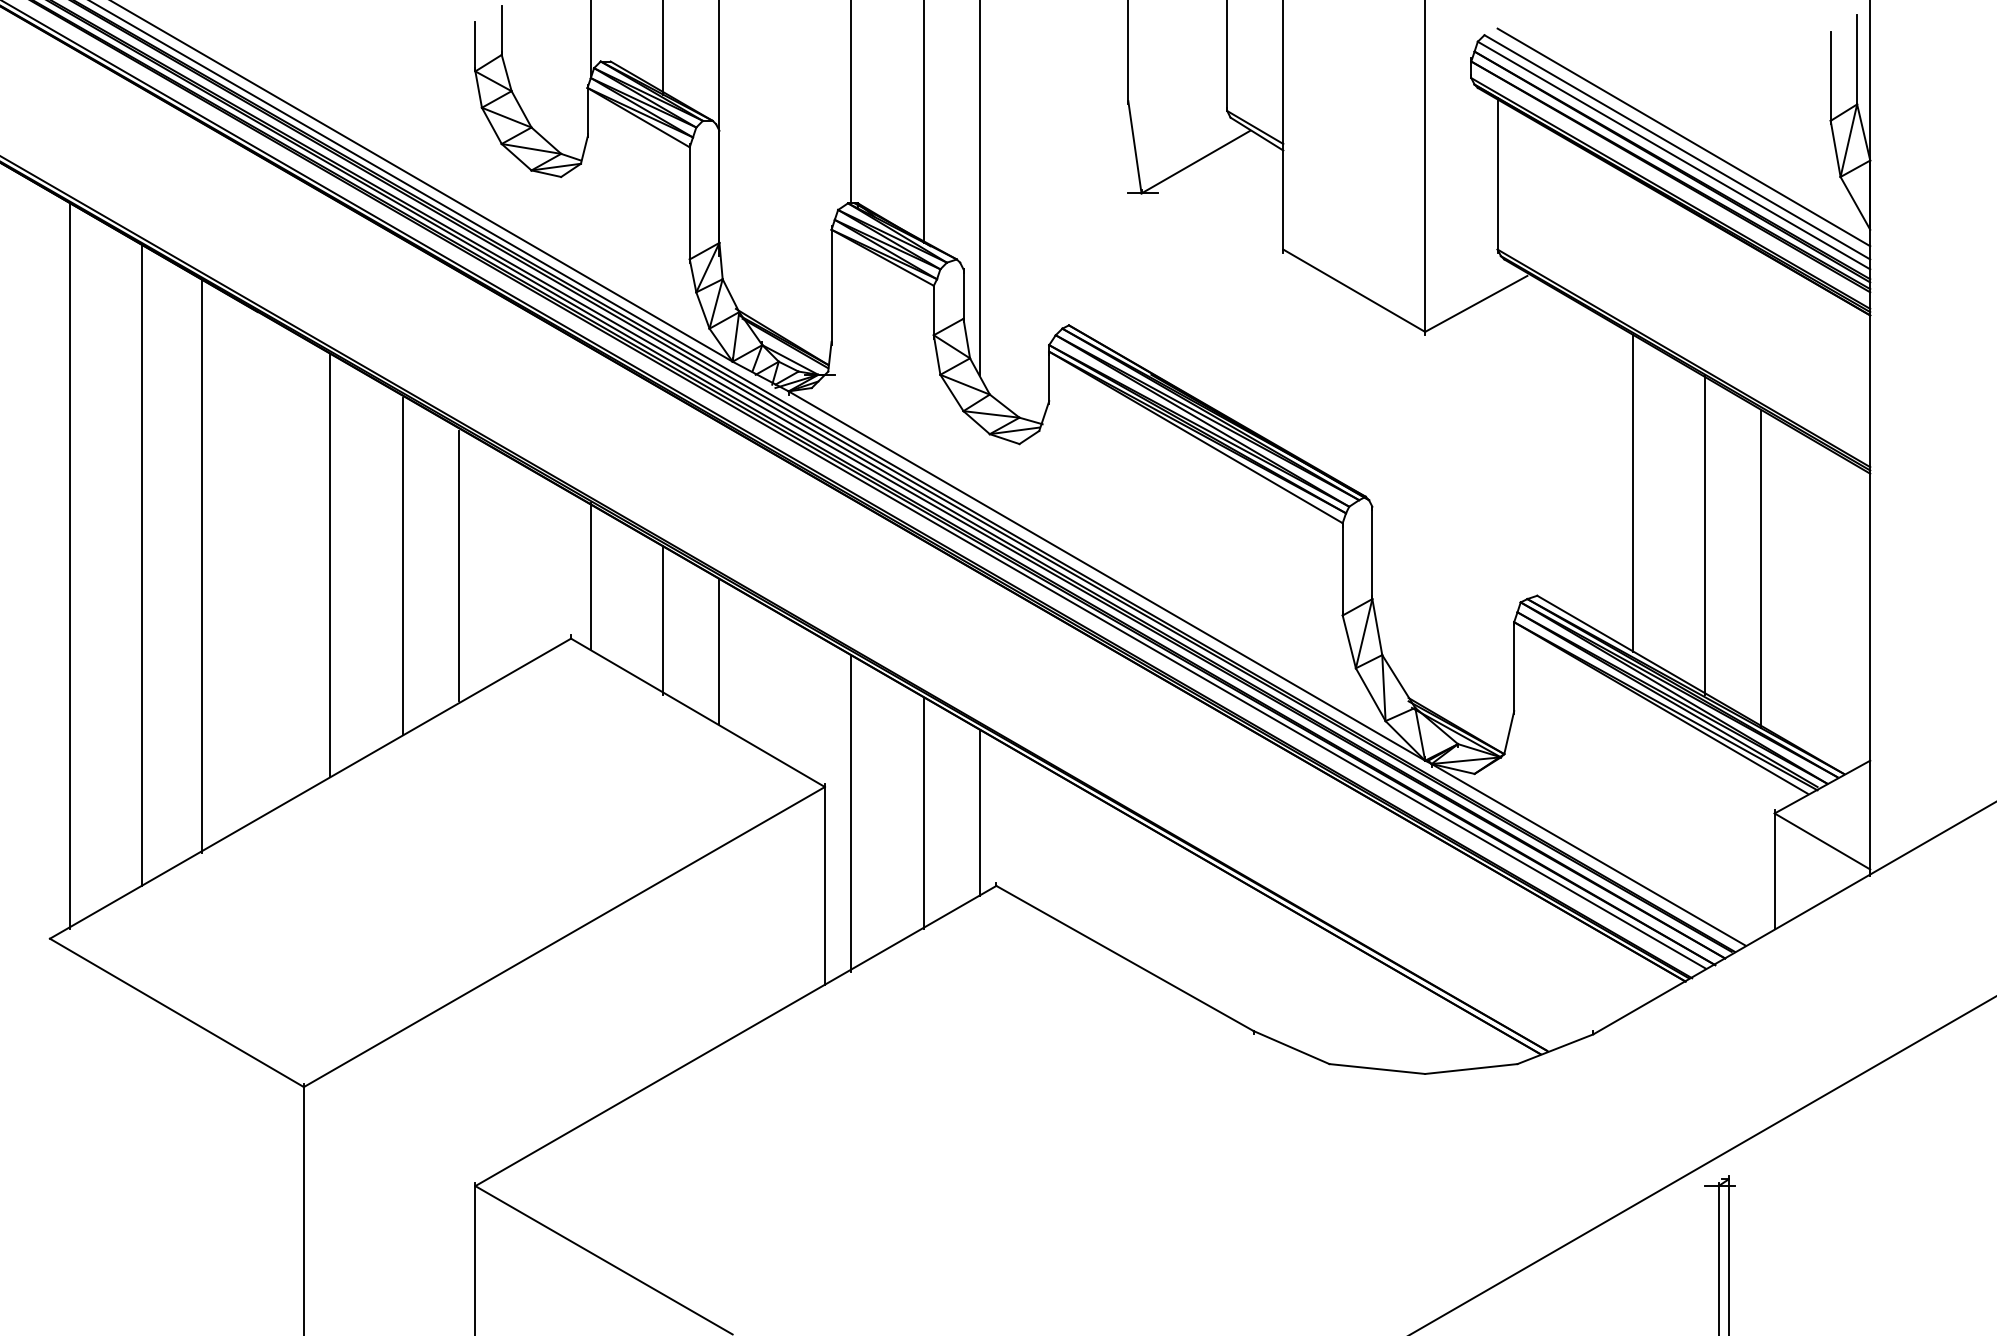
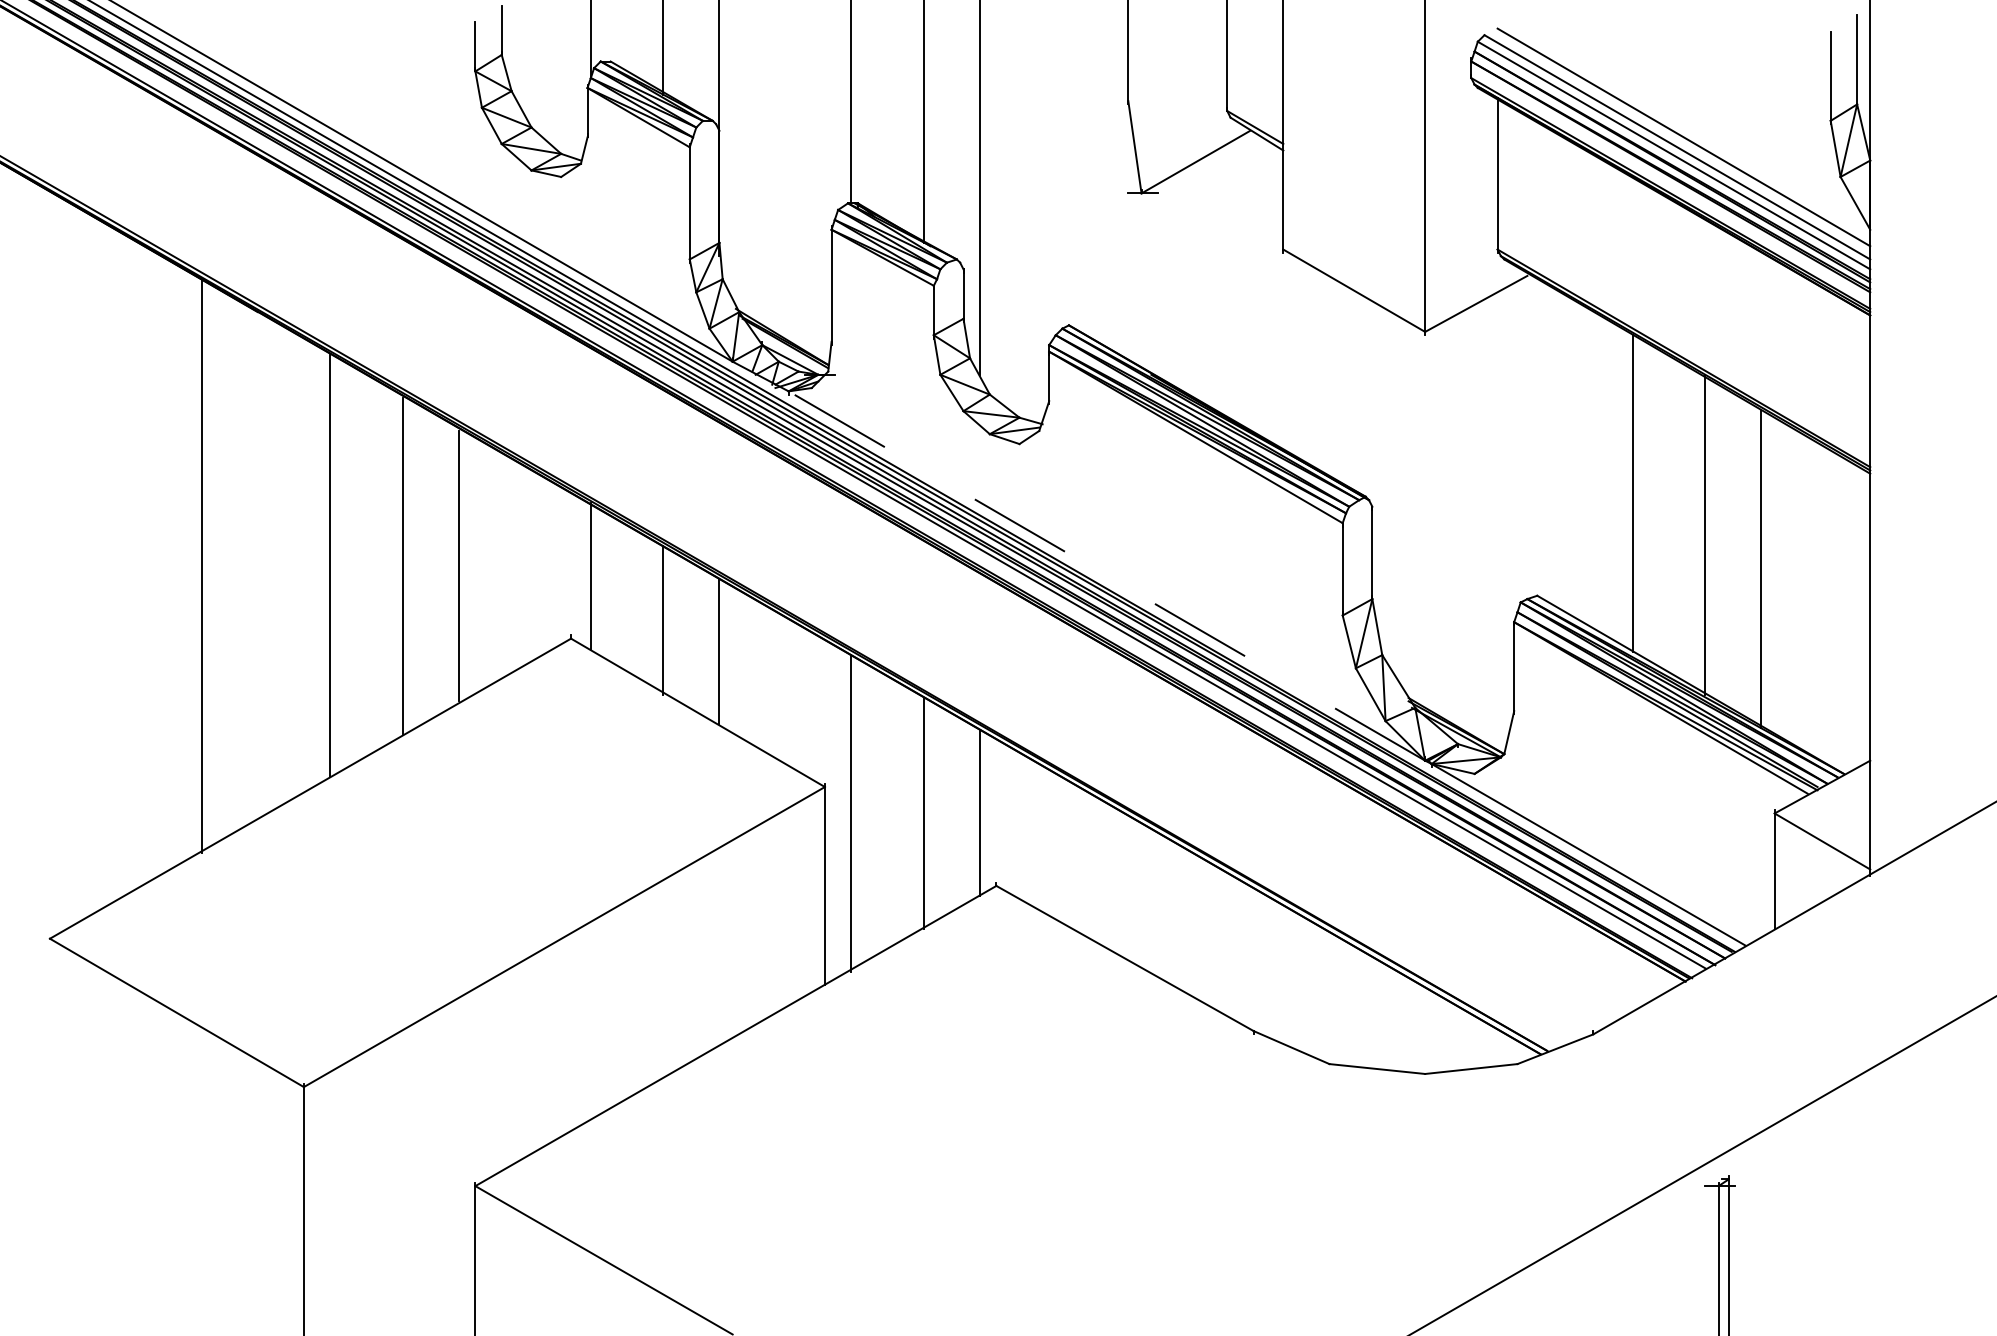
line at (69, 565): present -> none
line at (142, 565): present -> none
line at (1106, 576): solid -> dashed
